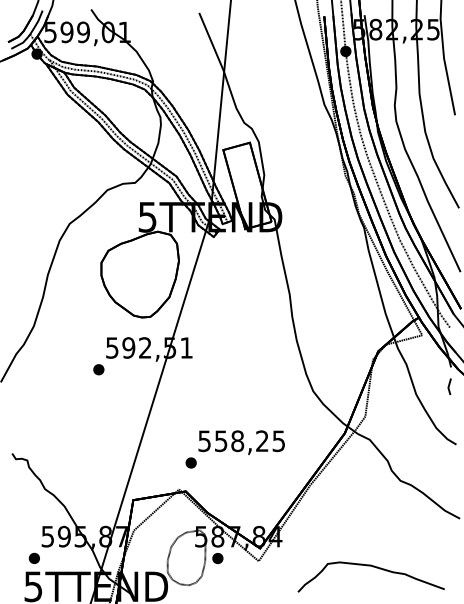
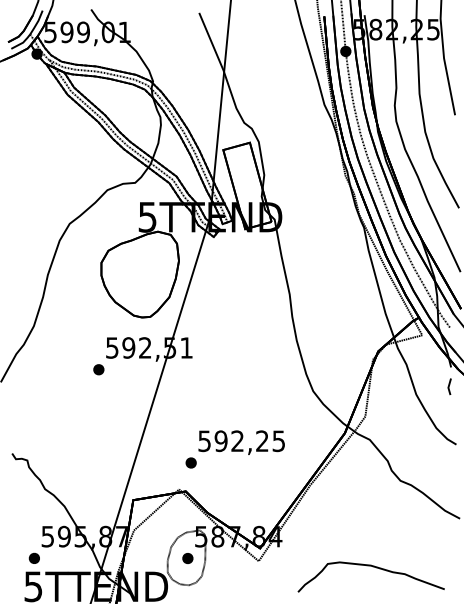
text at (229, 441): 558,25 -> 592,25
part at (217, 558) position: (217, 558) -> (187, 558)
